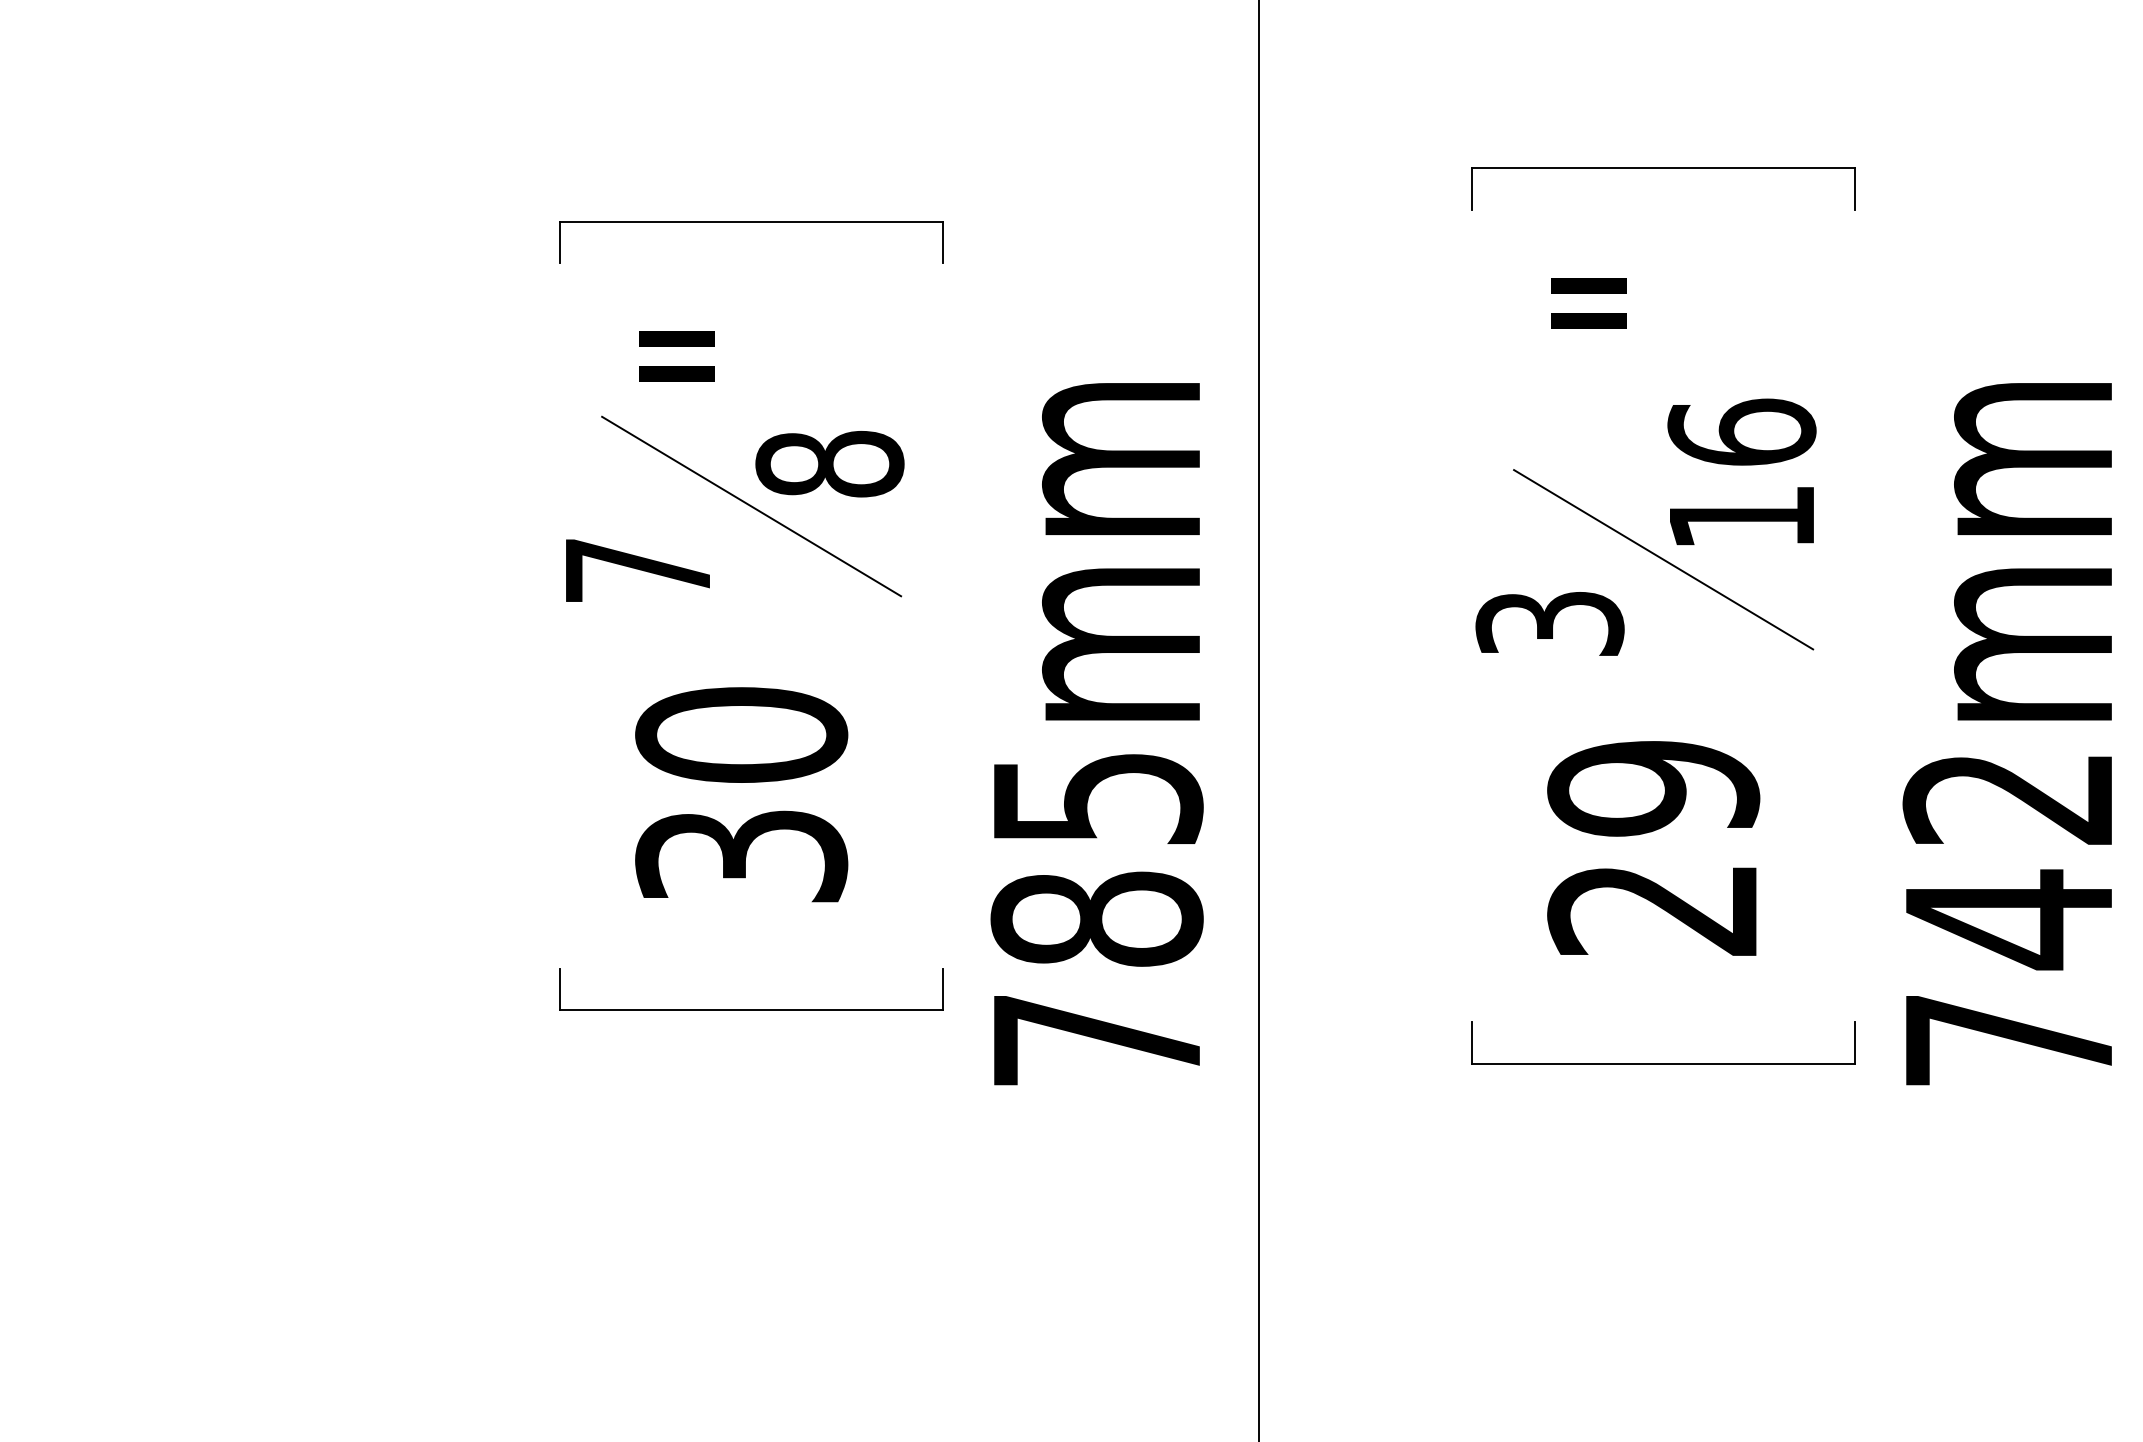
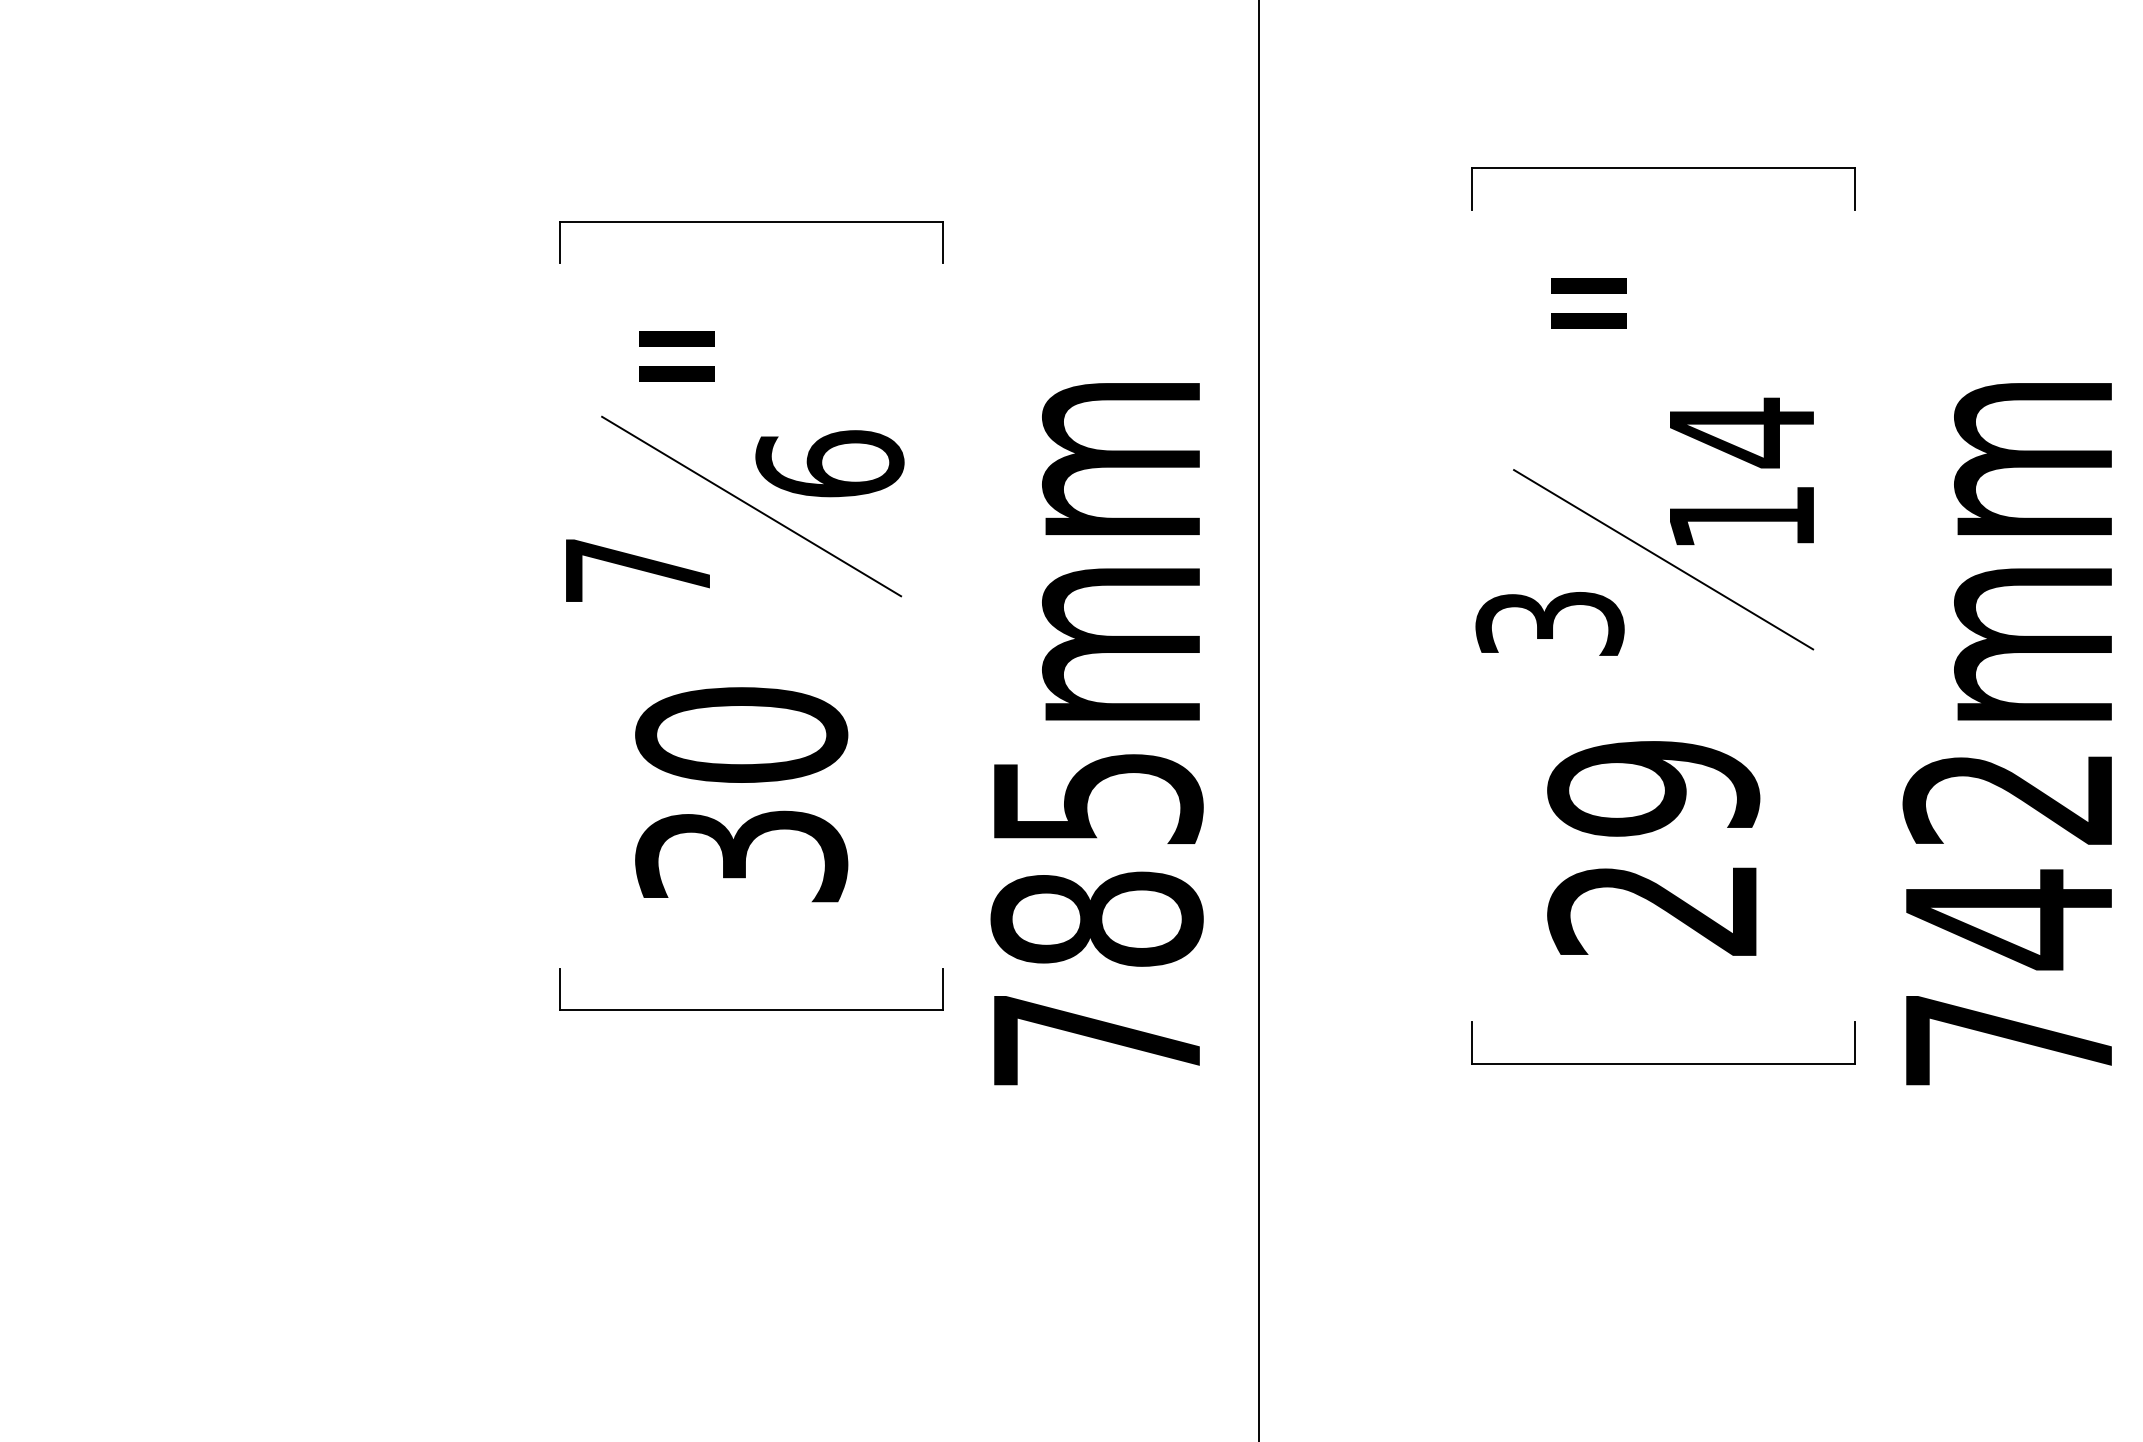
text at (1741, 432): 16 -> 14
text at (829, 463): 8 -> 6
